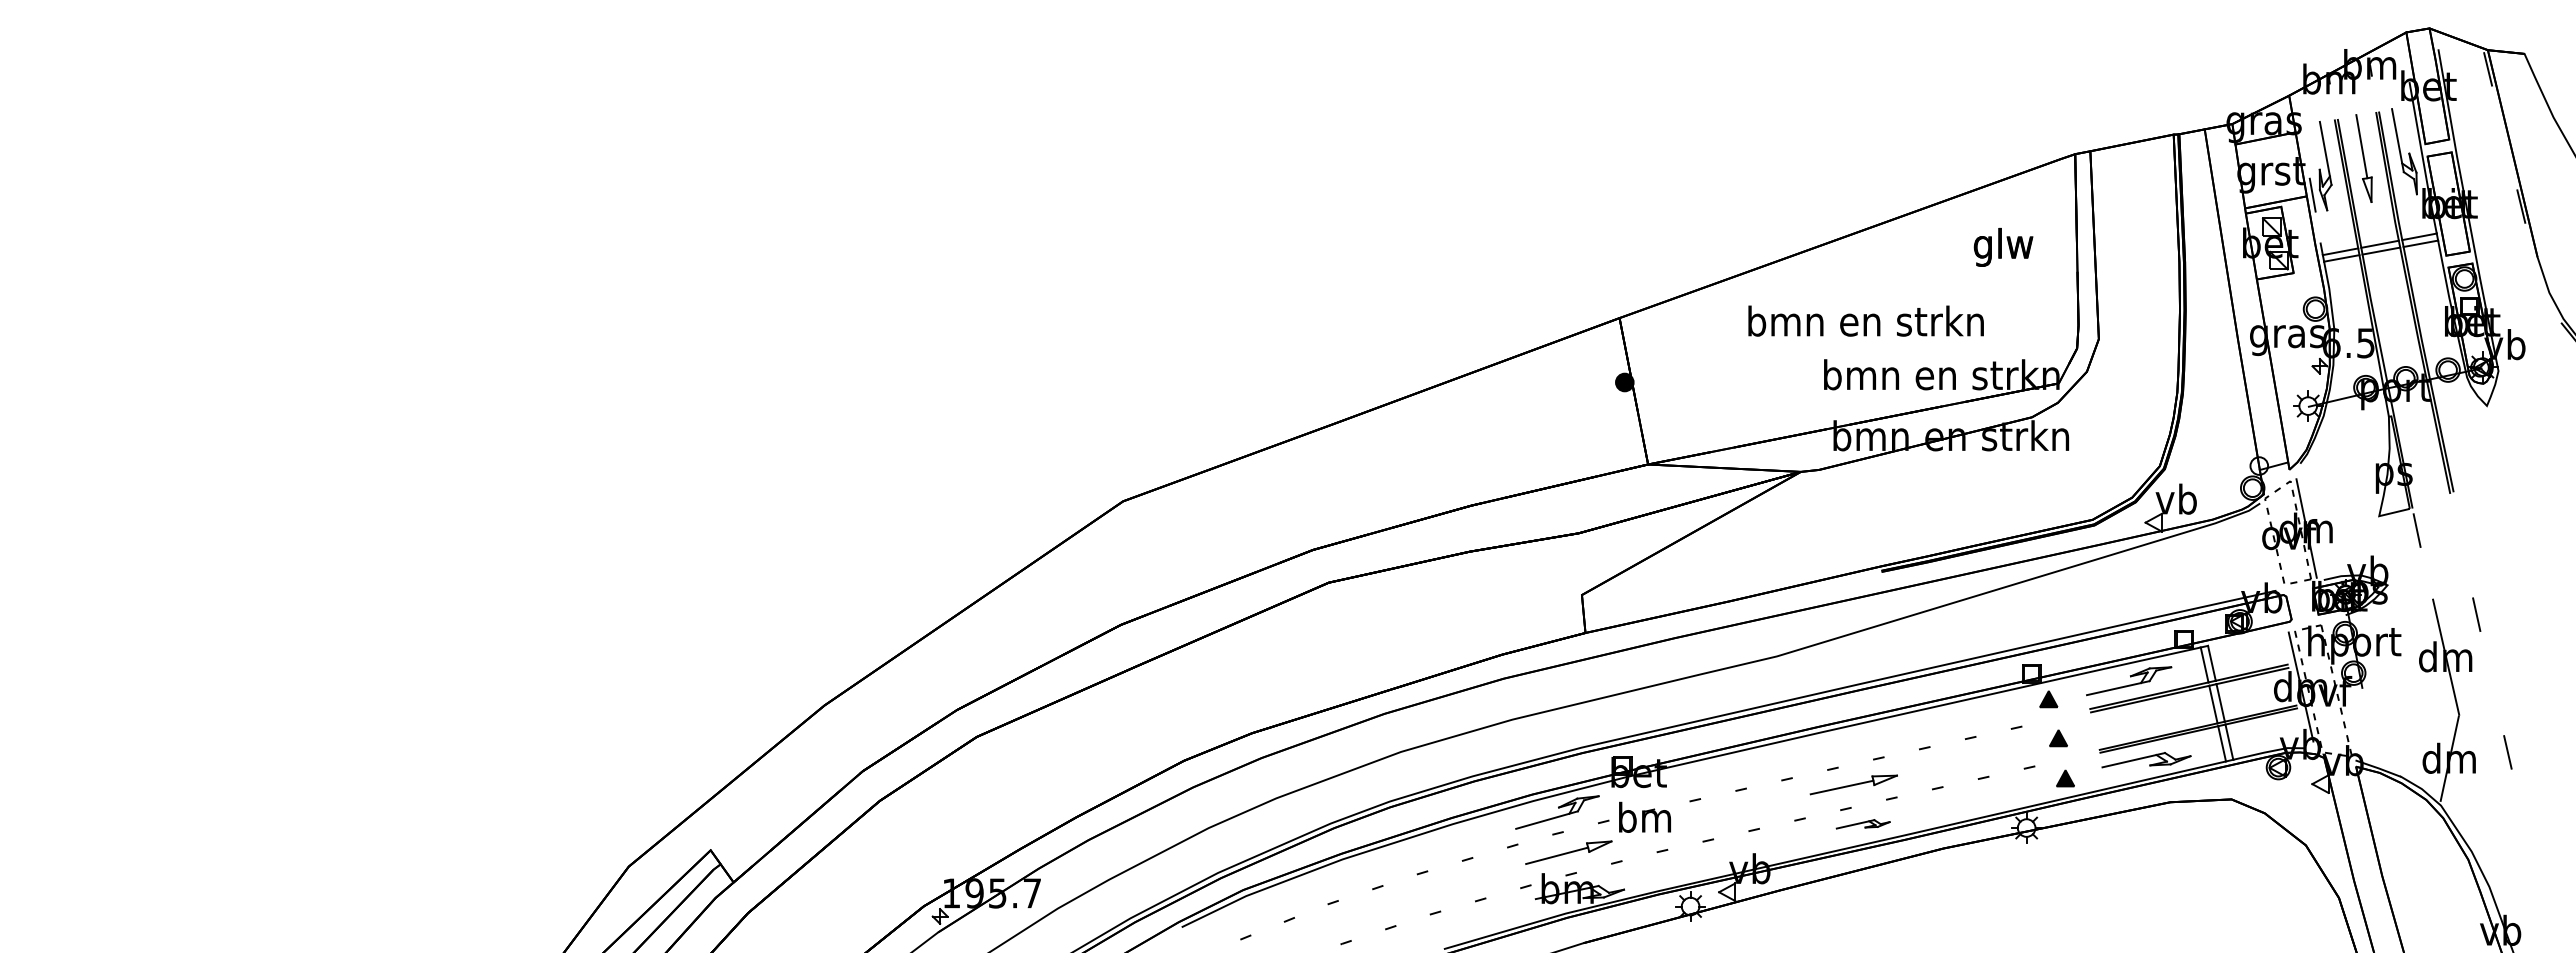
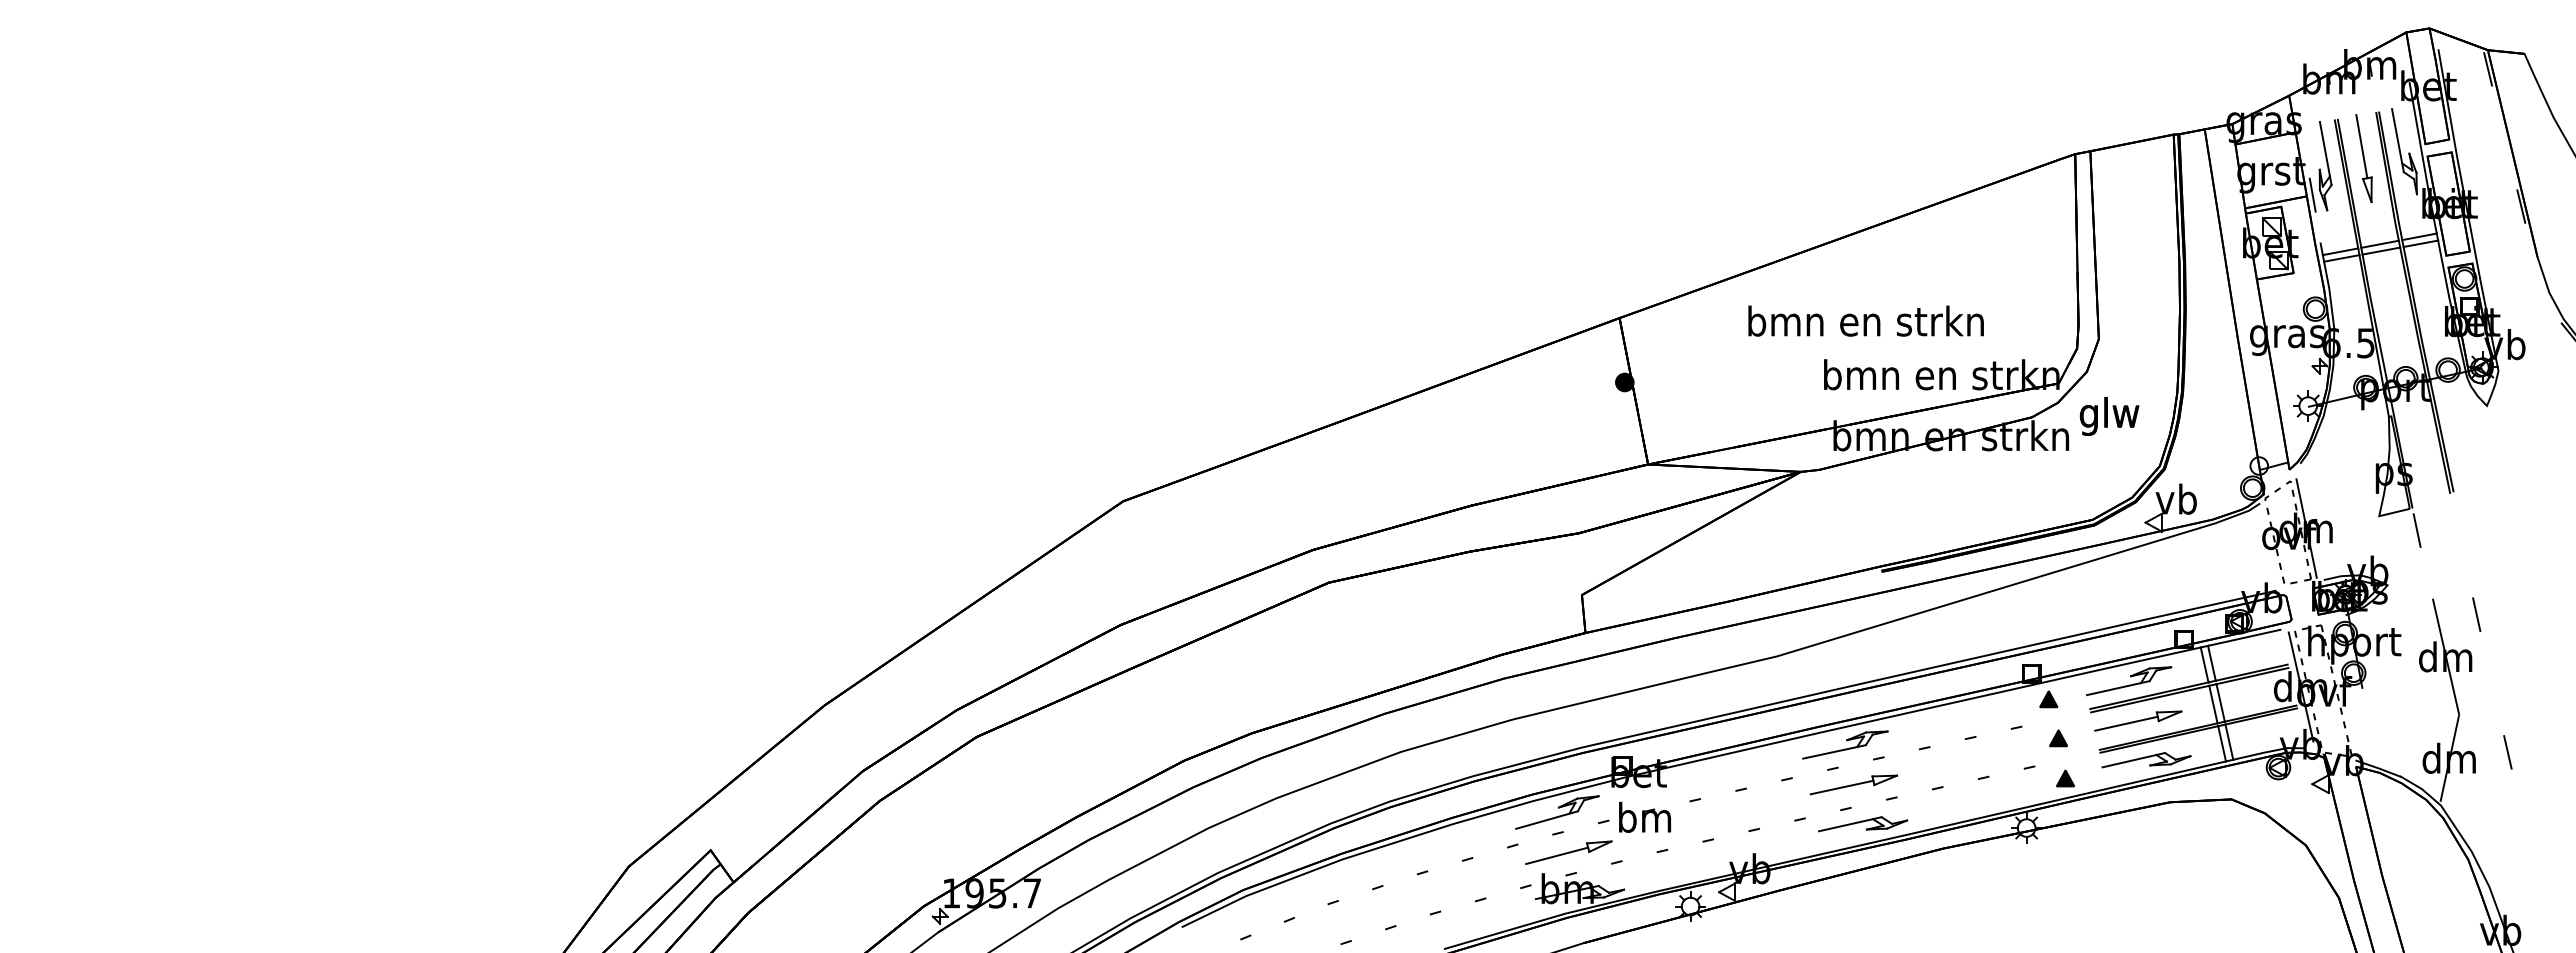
text at (2003, 247) position: (2003, 247) -> (2109, 416)
line at (2244, 637): none -> present
part at (2138, 720): none -> present
part at (1845, 744): none -> present
part at (1862, 824) size: 56x11 px -> 91x17 px
